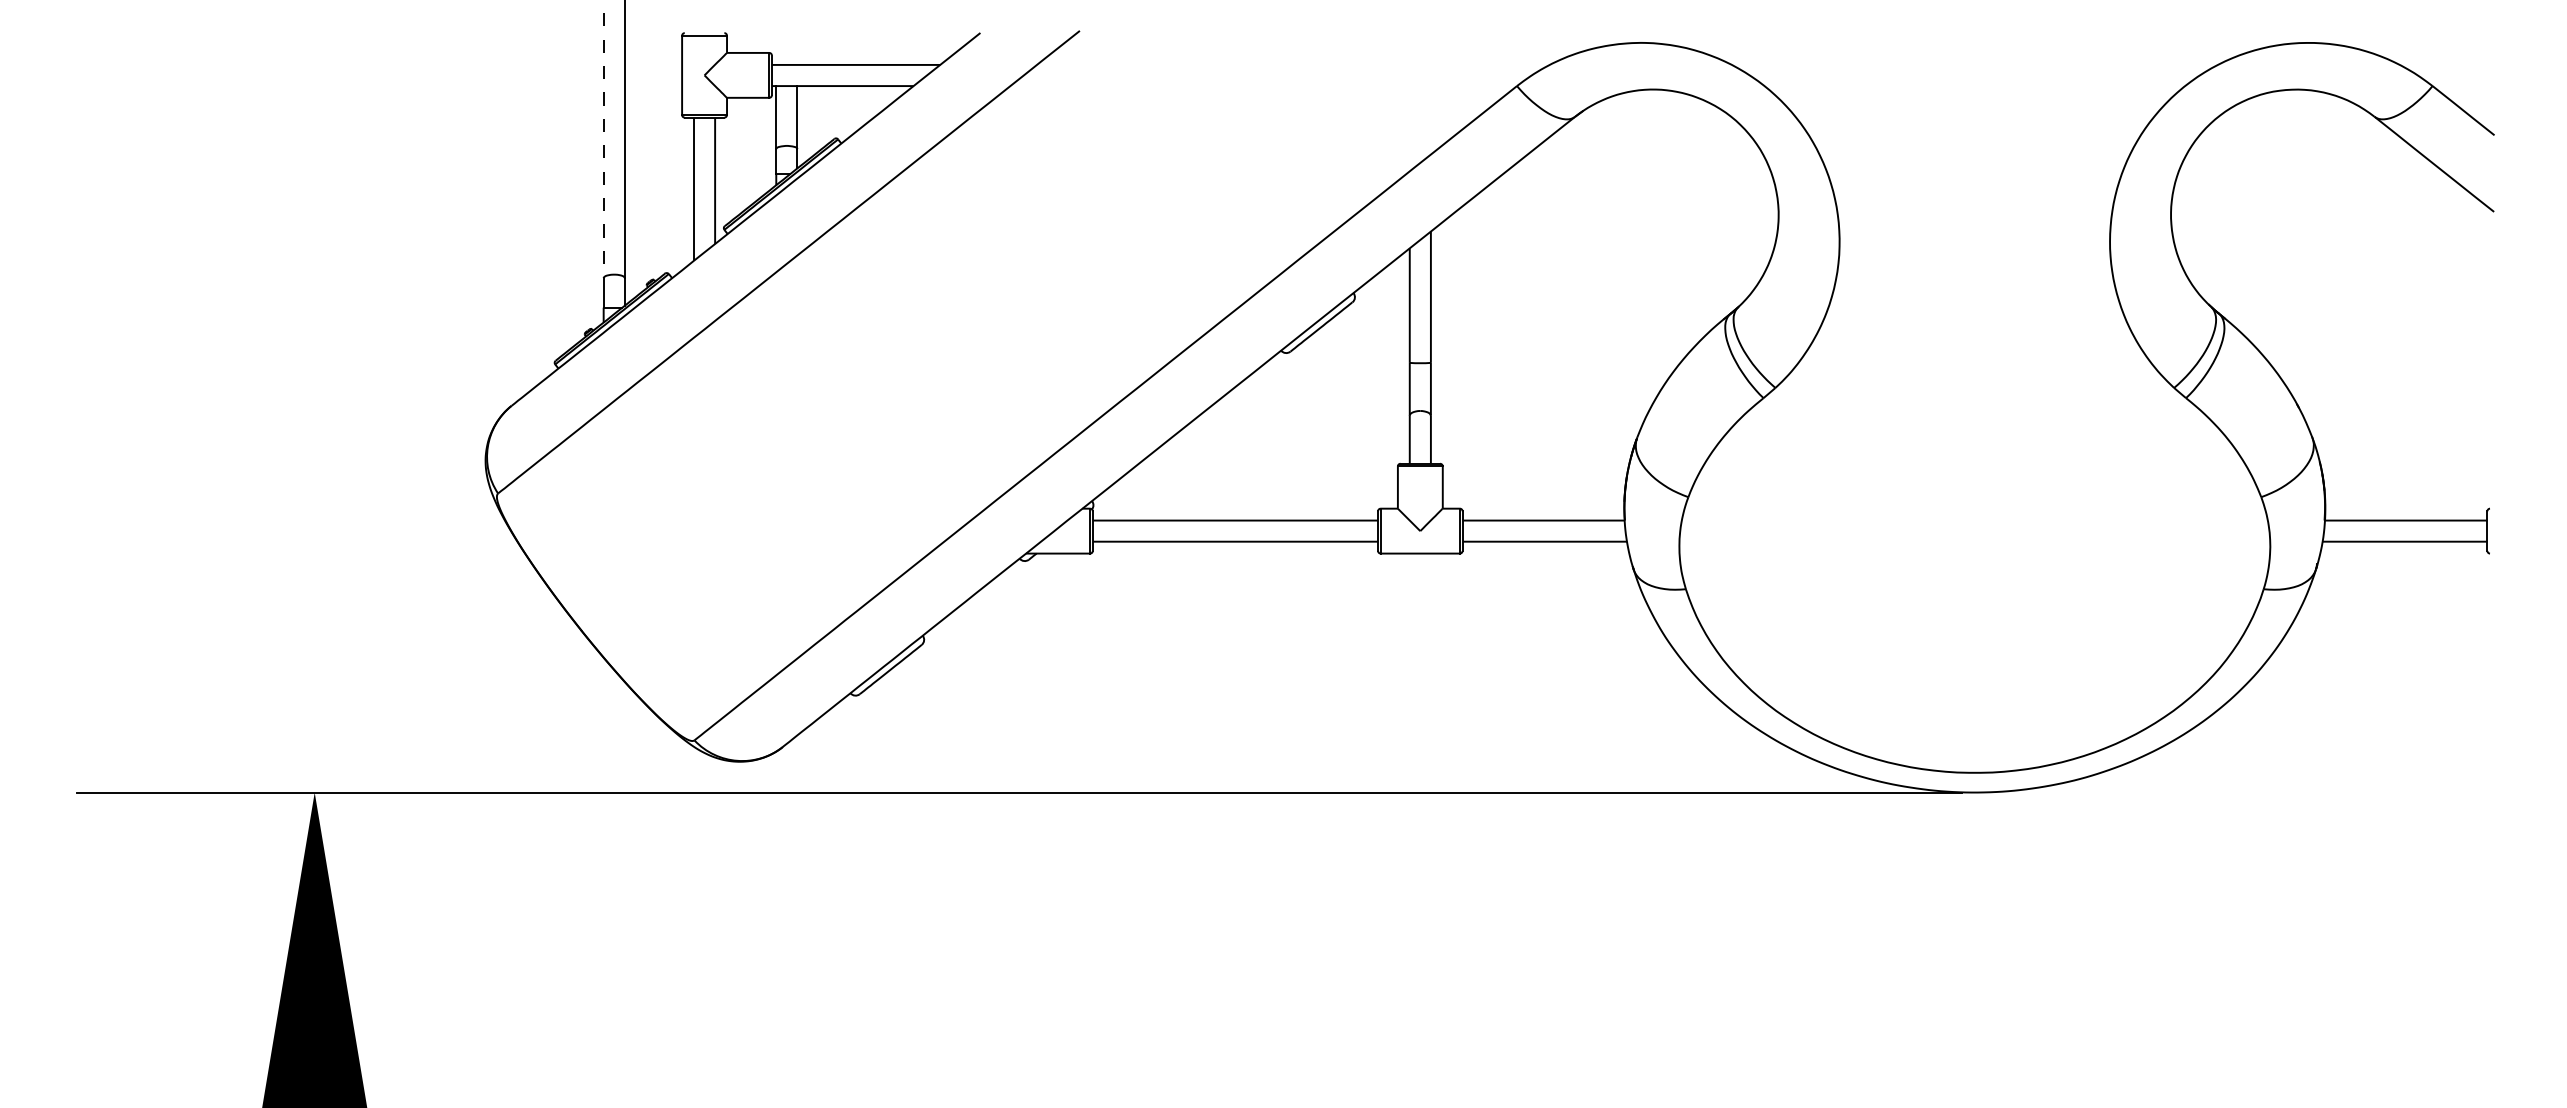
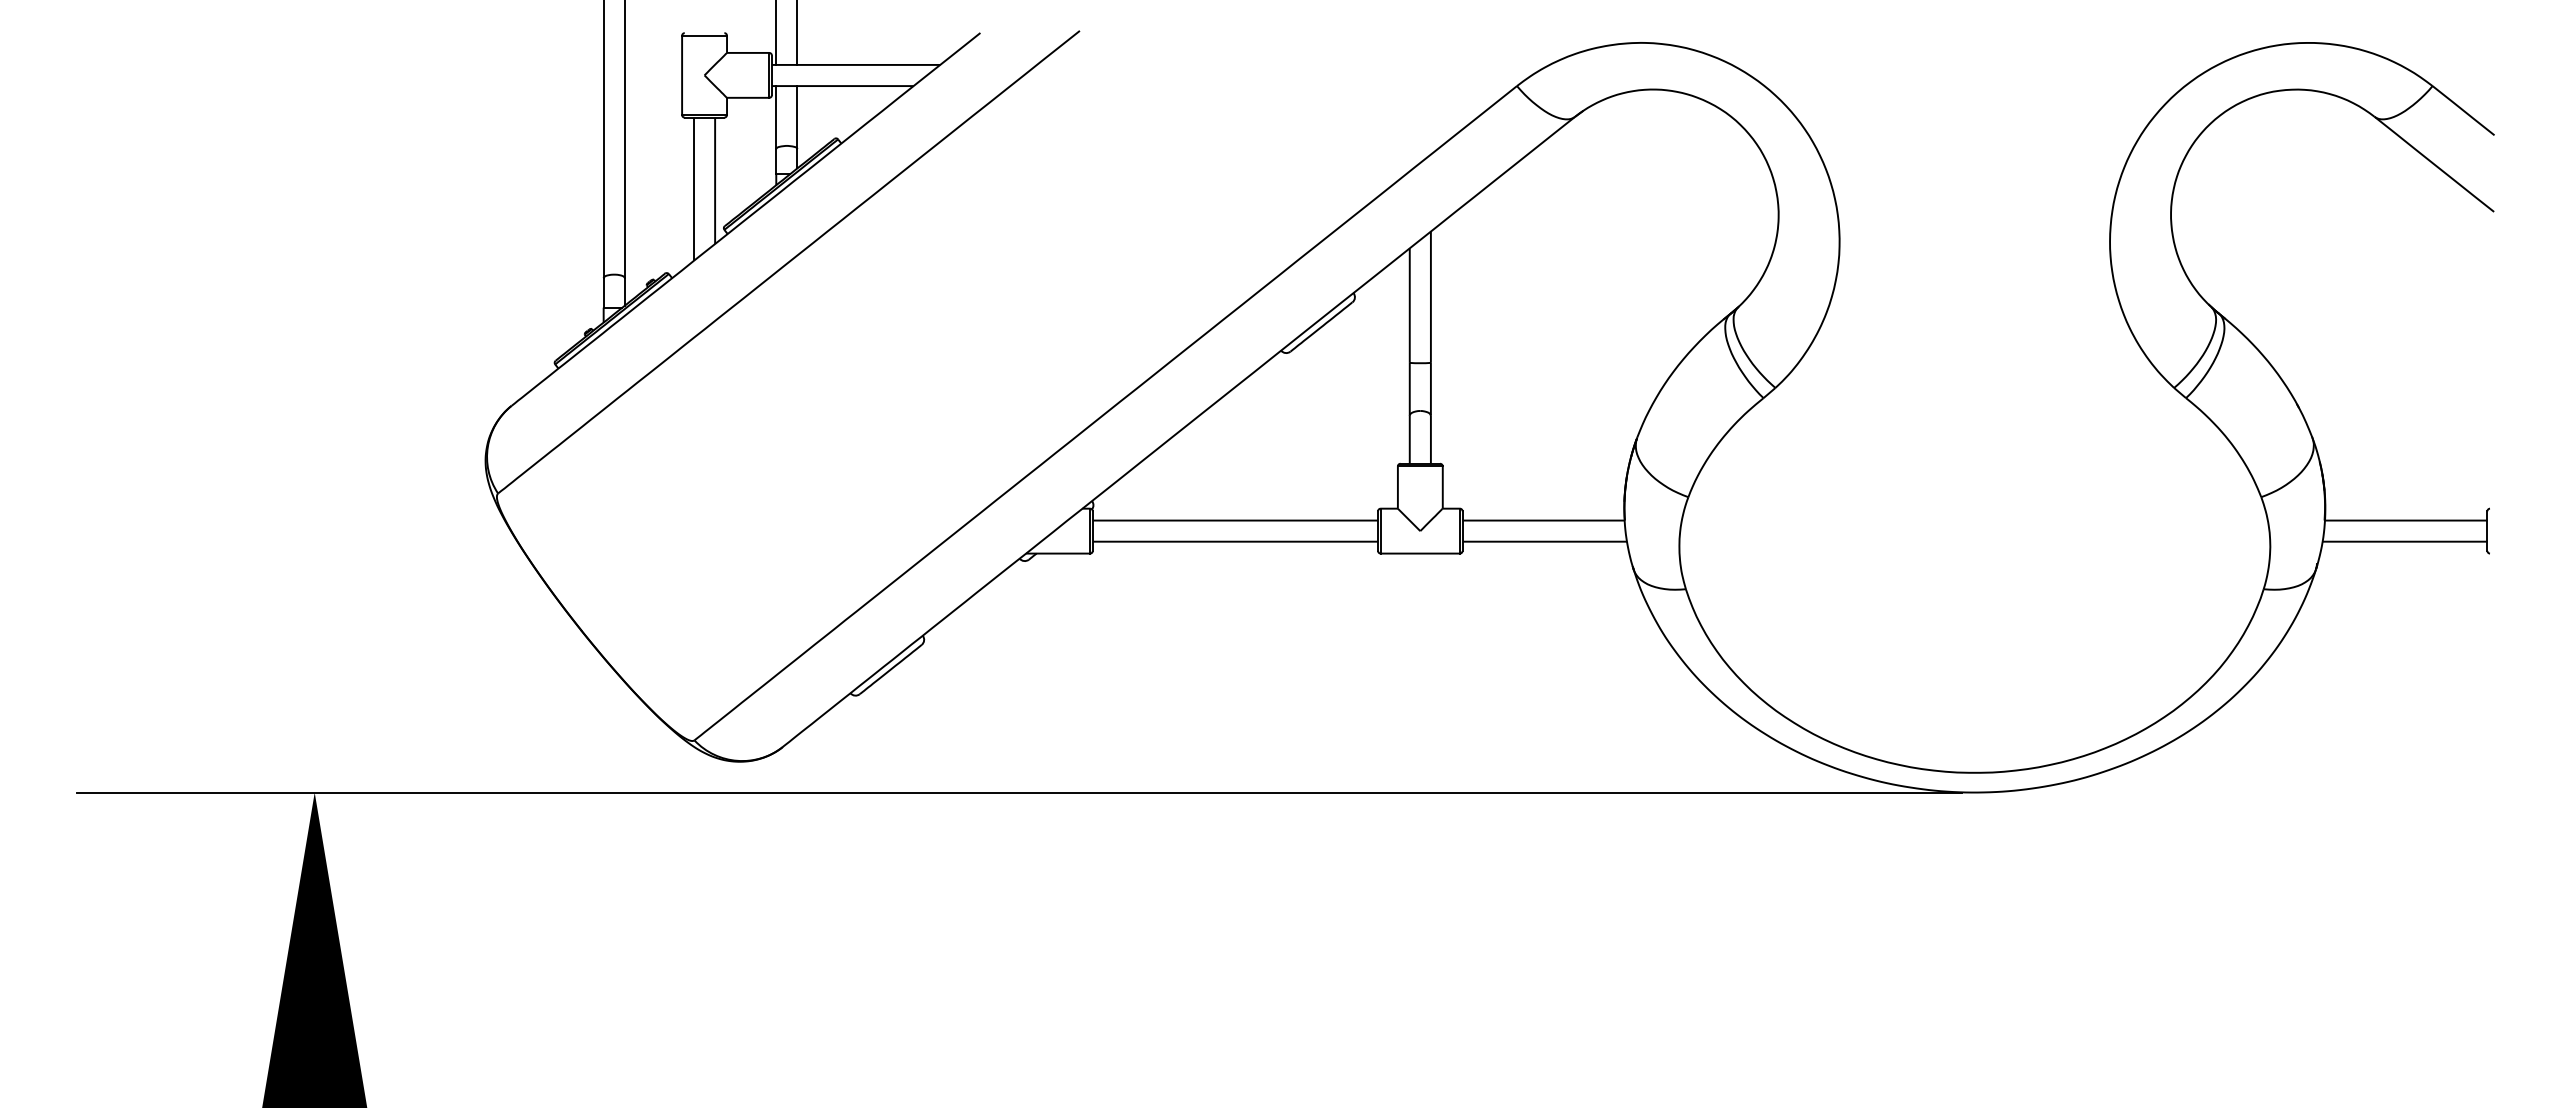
line at (776, 33): none -> present
line at (797, 33): none -> present
line at (603, 139): dashed -> solid
